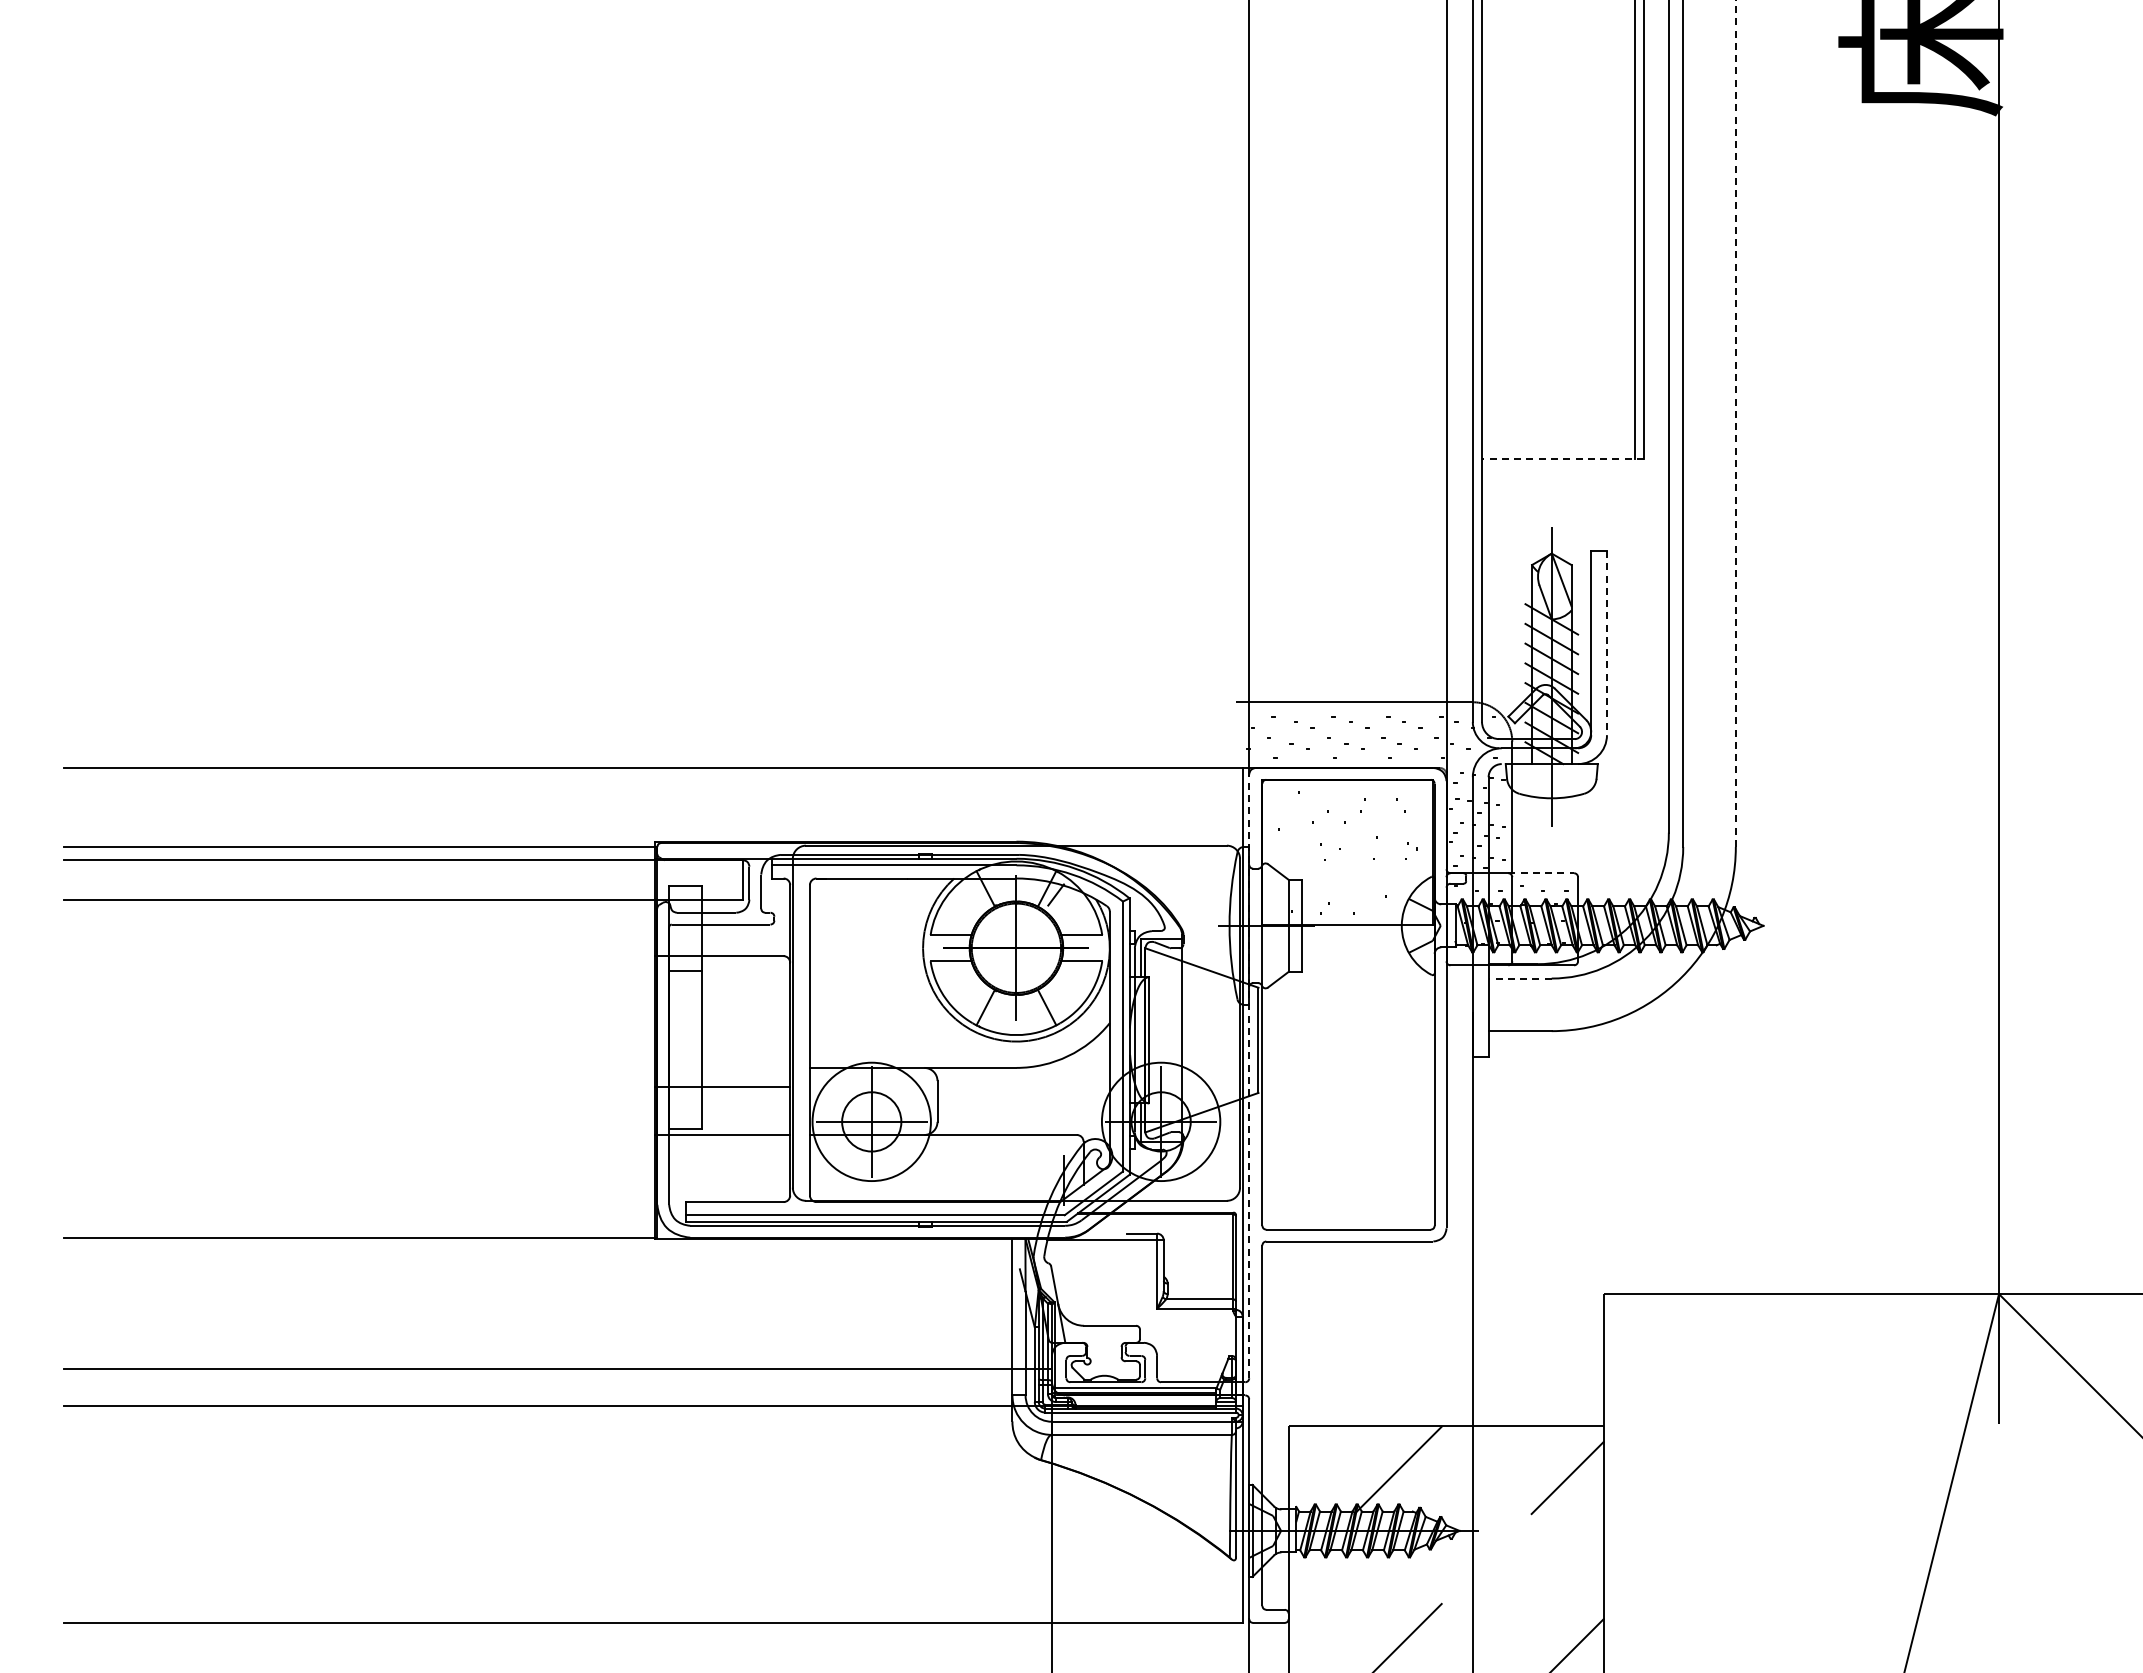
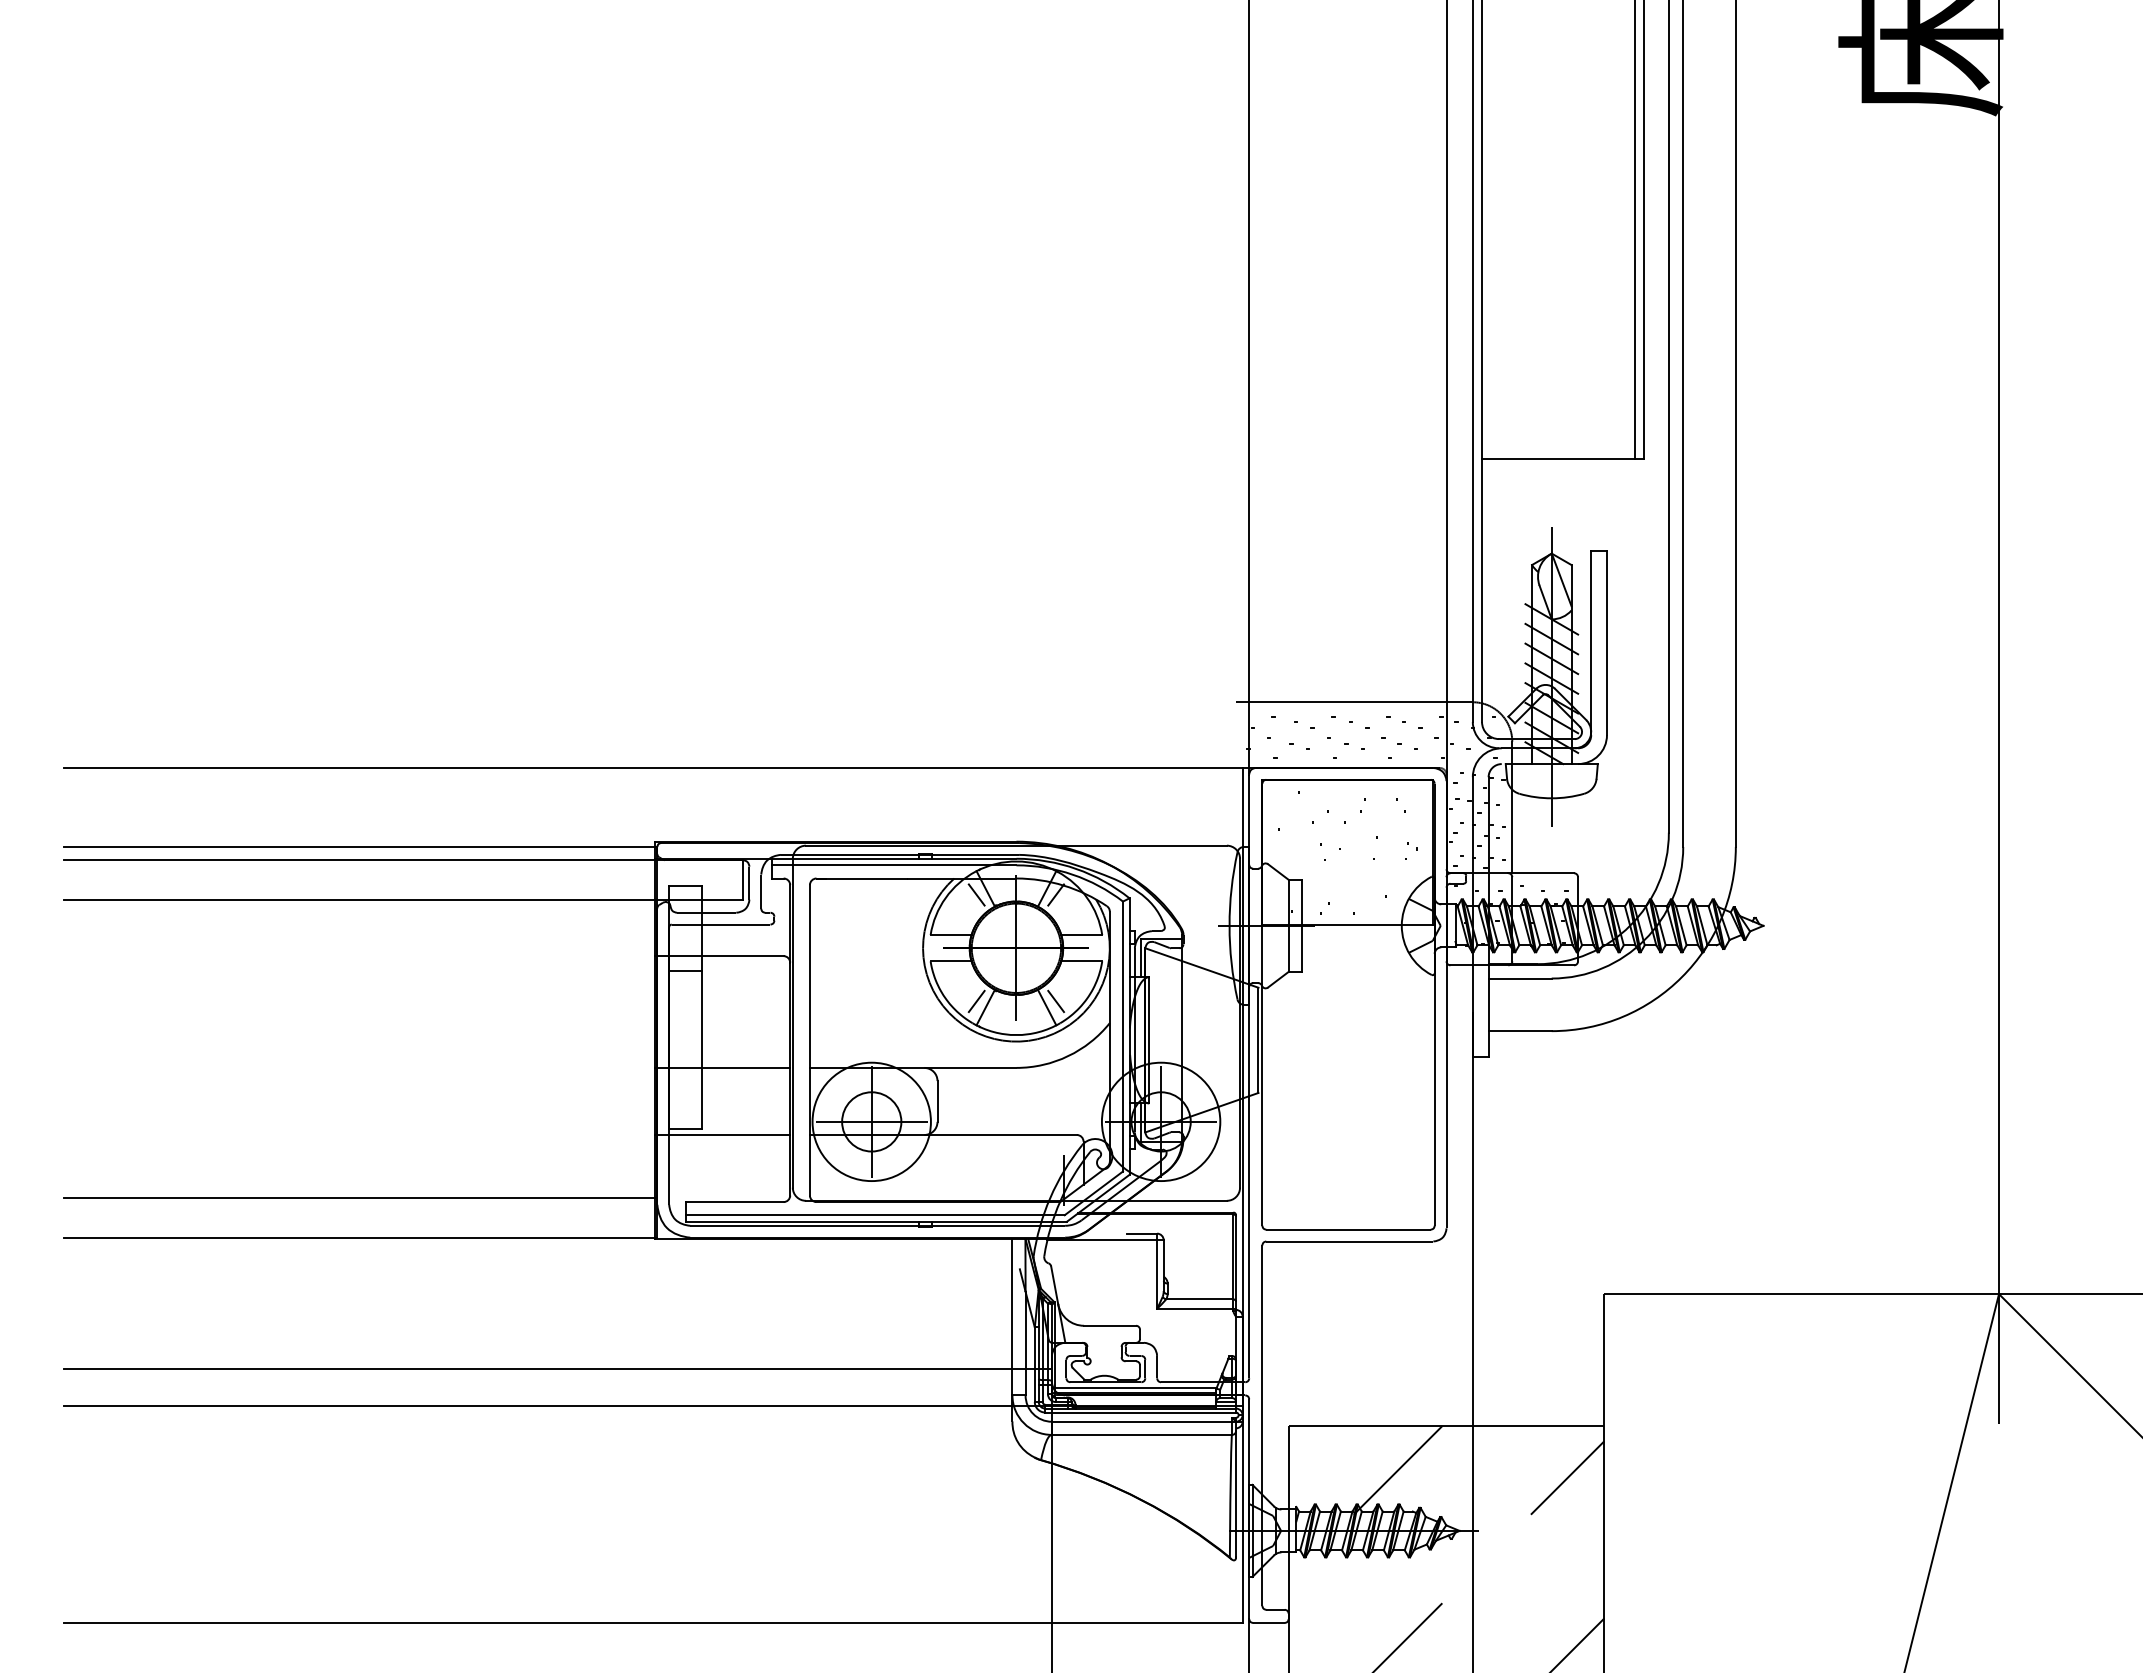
line at (1735, 423): dashed -> solid
line at (1562, 458): dashed -> solid
line at (1606, 643): dashed -> solid
line at (1541, 873): dashed -> solid
line at (976, 894): none -> present
line at (1520, 978): dashed -> solid
line at (976, 1001): none -> present
line at (1056, 1001): none -> present
line at (1249, 1076): dashed -> solid
line at (722, 1086) position: (722, 1086) -> (722, 1067)
line at (360, 1198): none -> present
